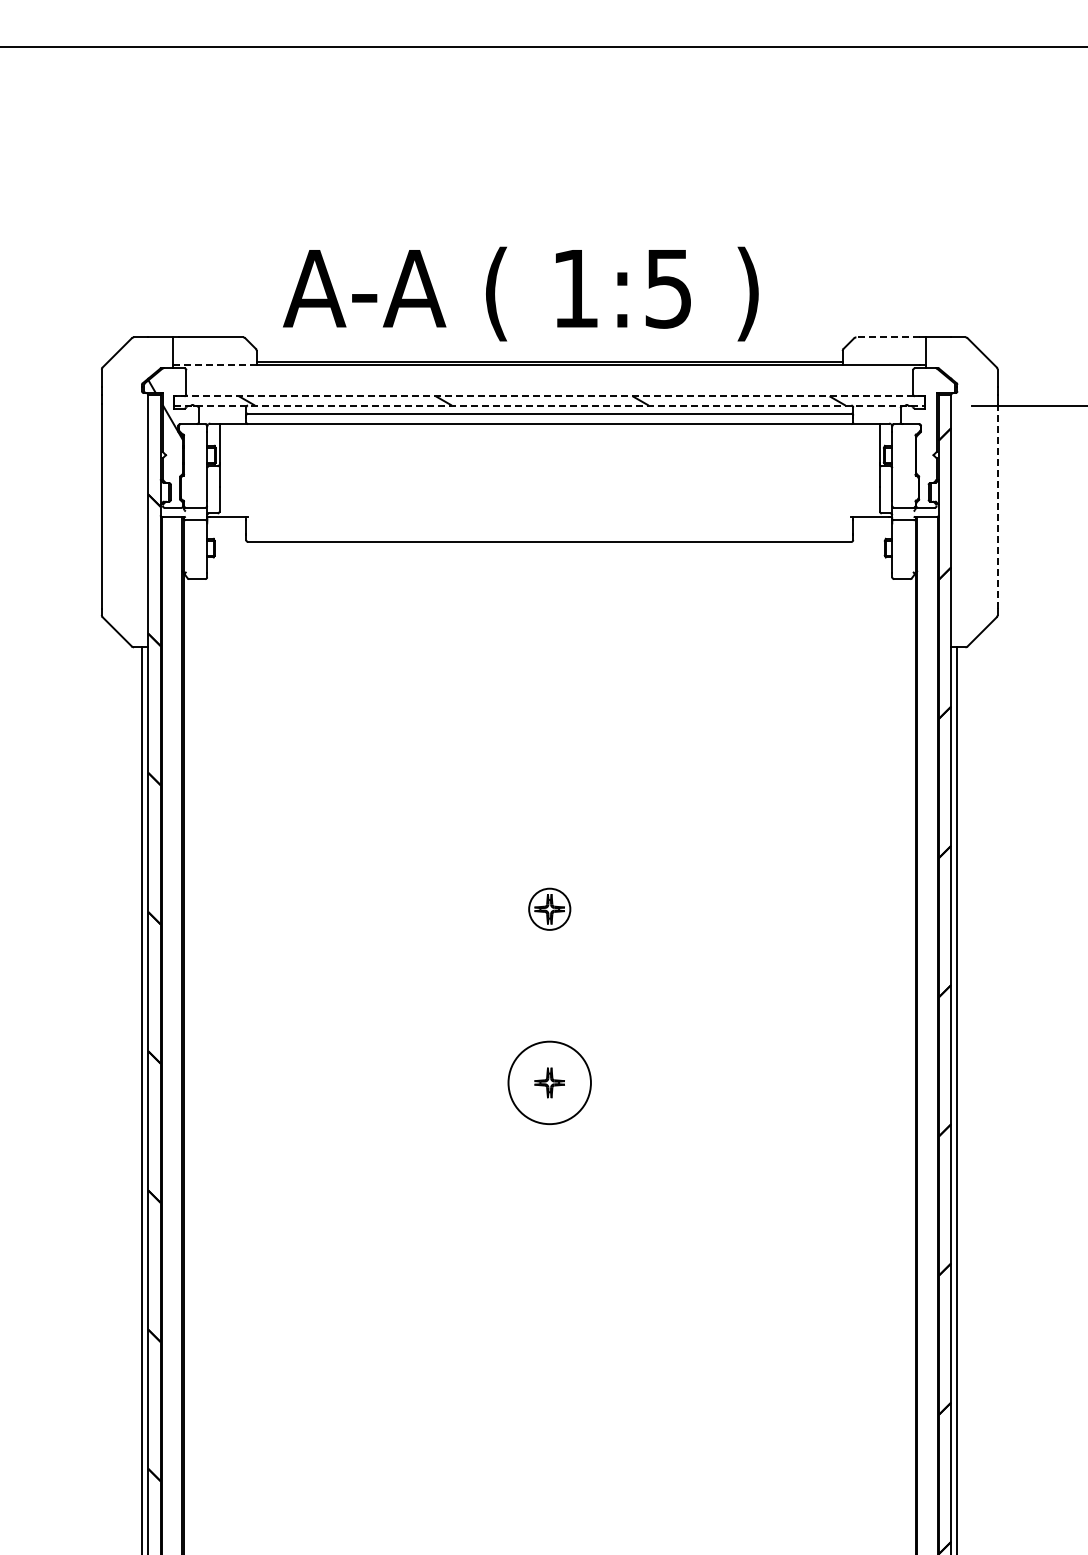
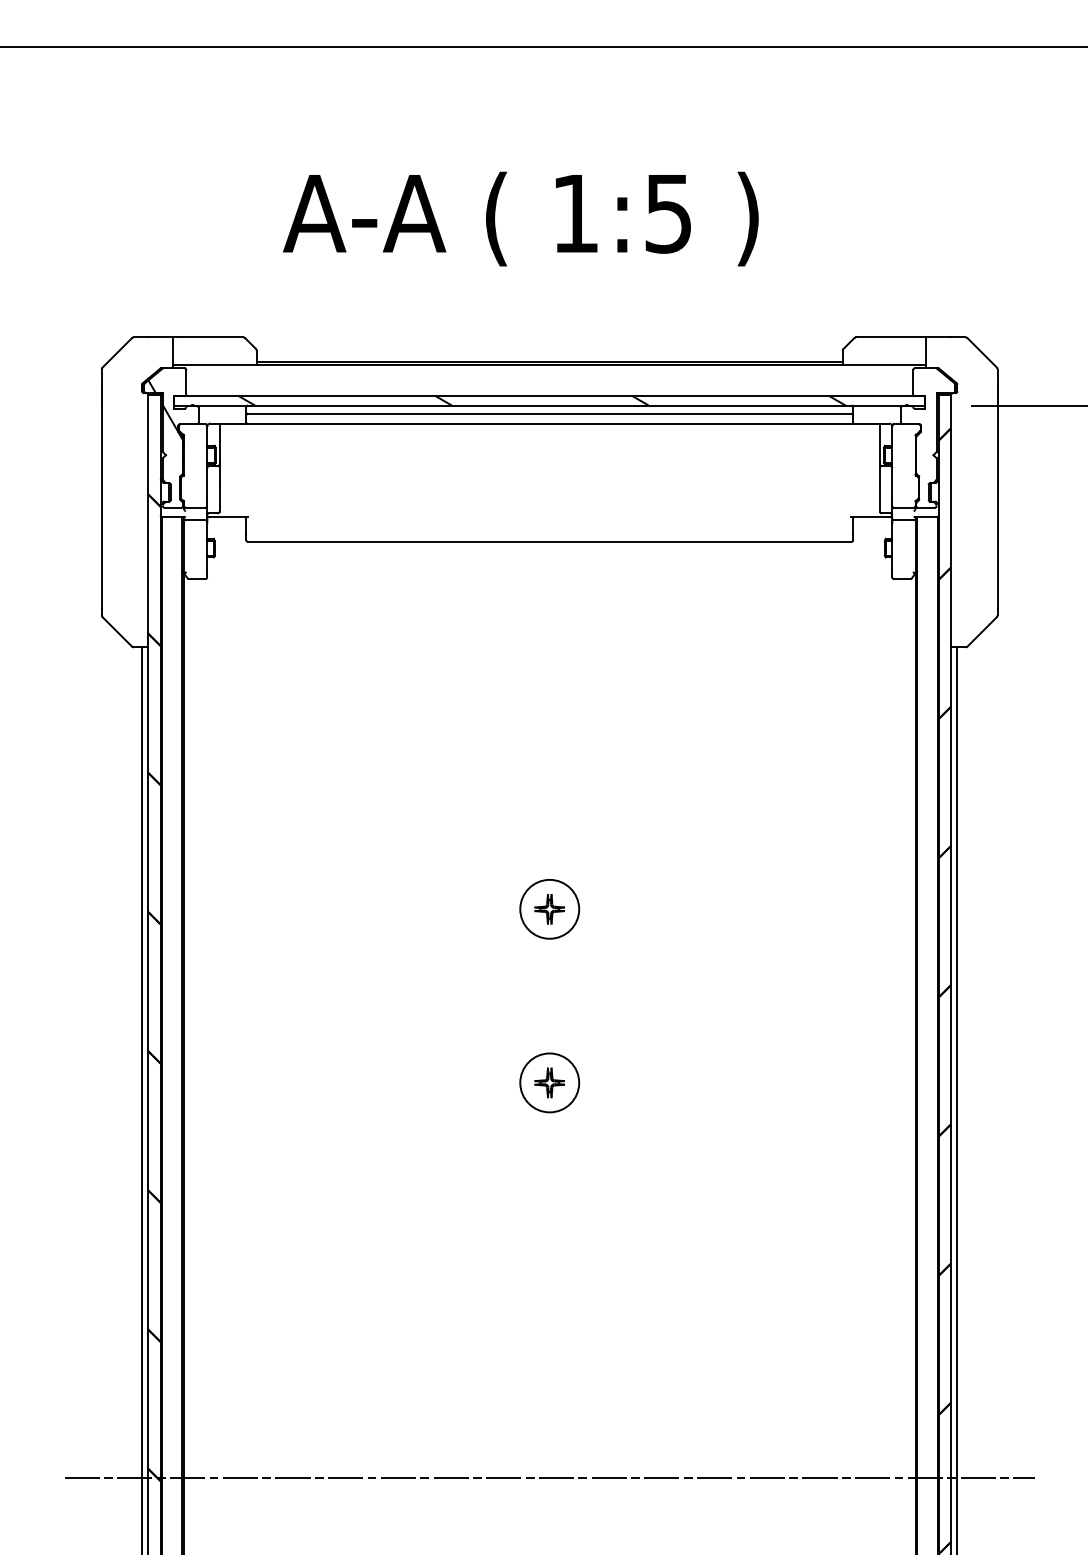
text at (520, 293) position: (520, 293) -> (520, 218)
line at (888, 337): dashed -> solid
line at (218, 365): dashed -> solid
line at (549, 396): dashed -> solid
line at (549, 405): dashed -> solid
line at (997, 506): dashed -> solid
circle at (549, 908) diameter: 41 px -> 59 px
circle at (549, 1082) diameter: 82 px -> 59 px
line at (549, 1478): none -> present
